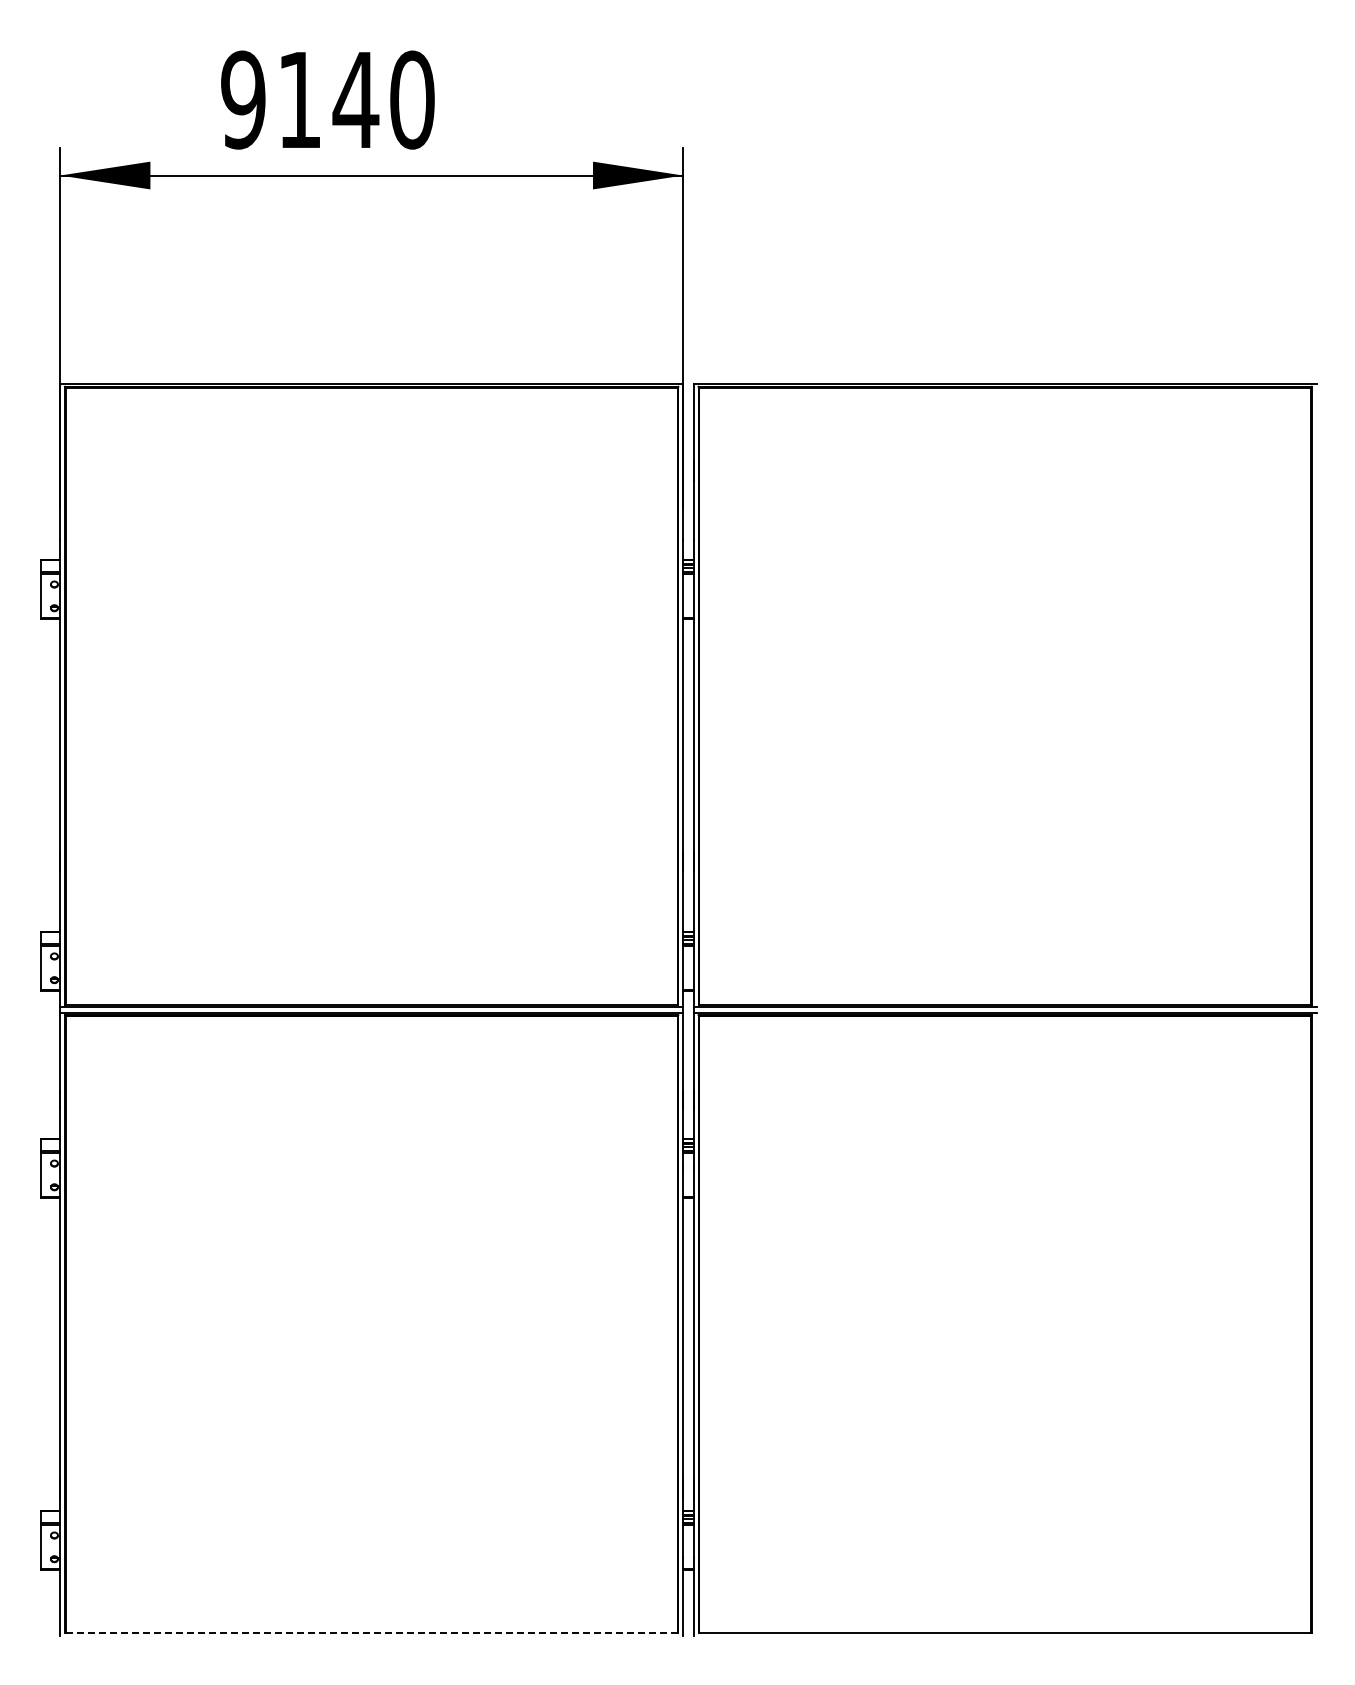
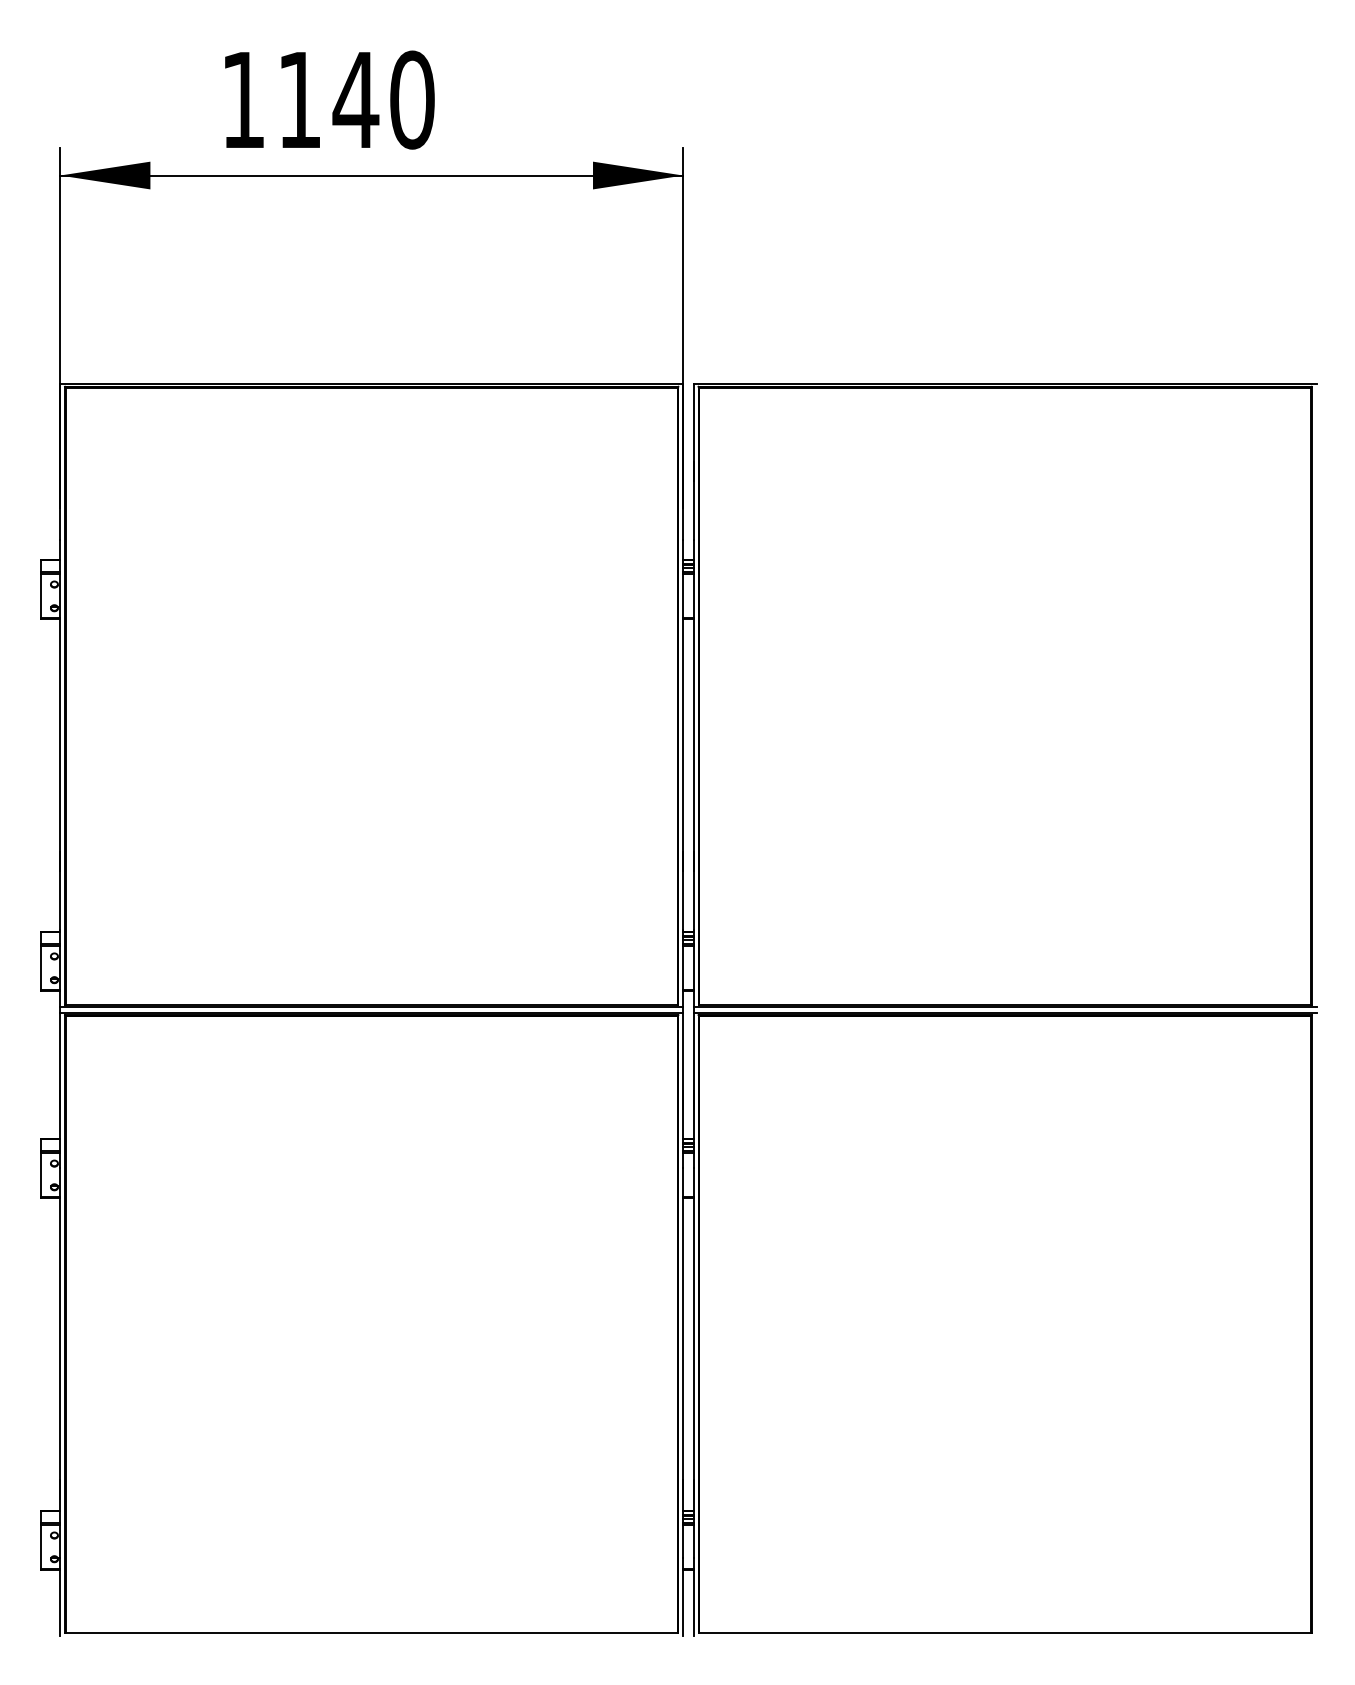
text at (243, 99): 9140 -> 1140
line at (371, 1633): dashed -> solid
